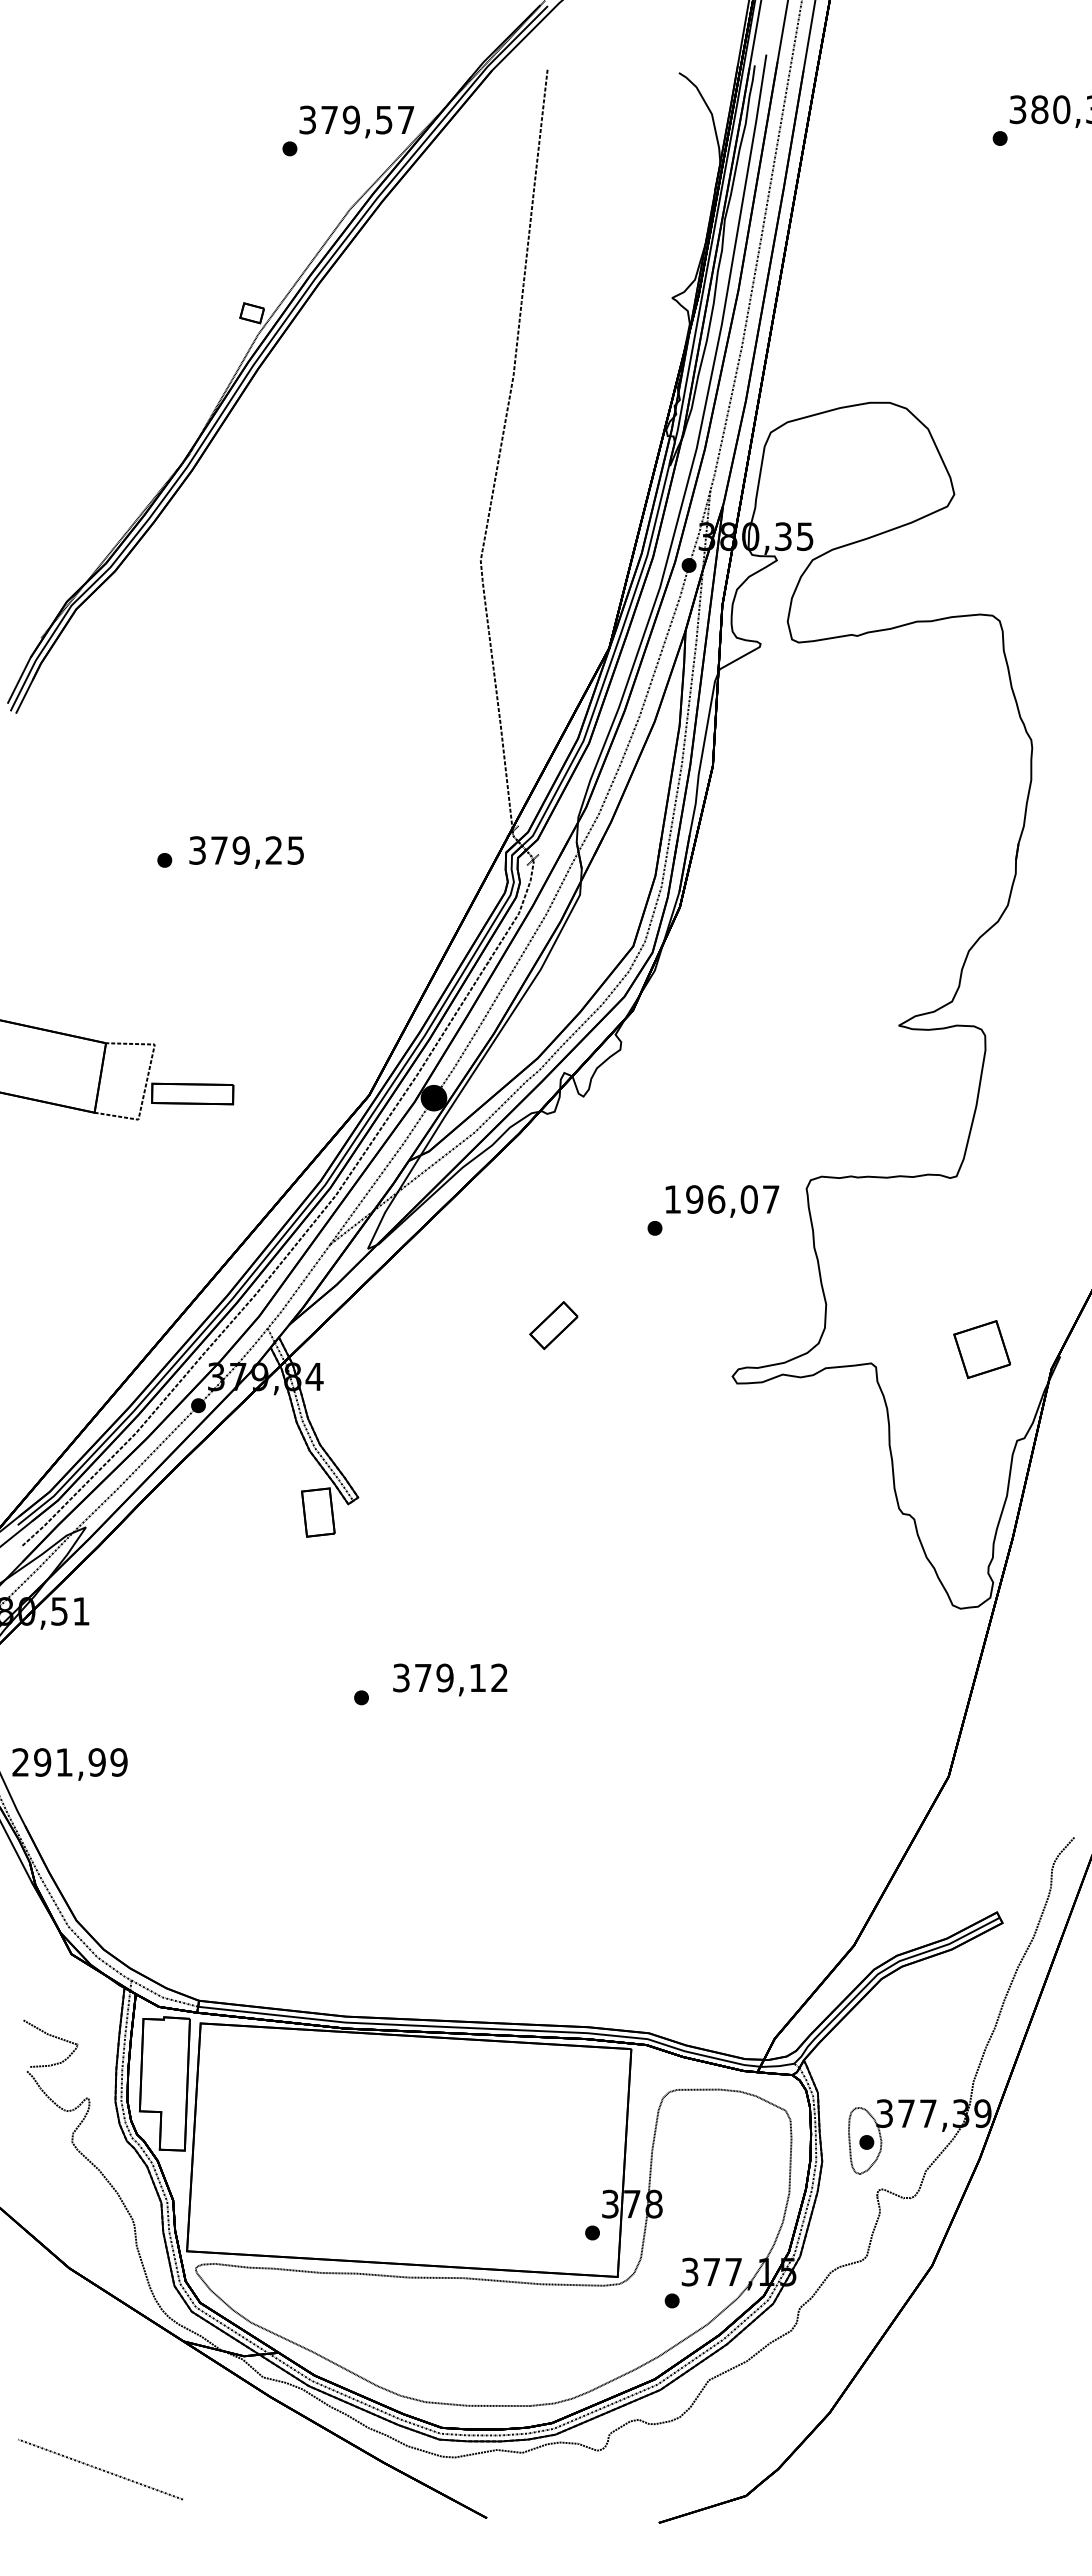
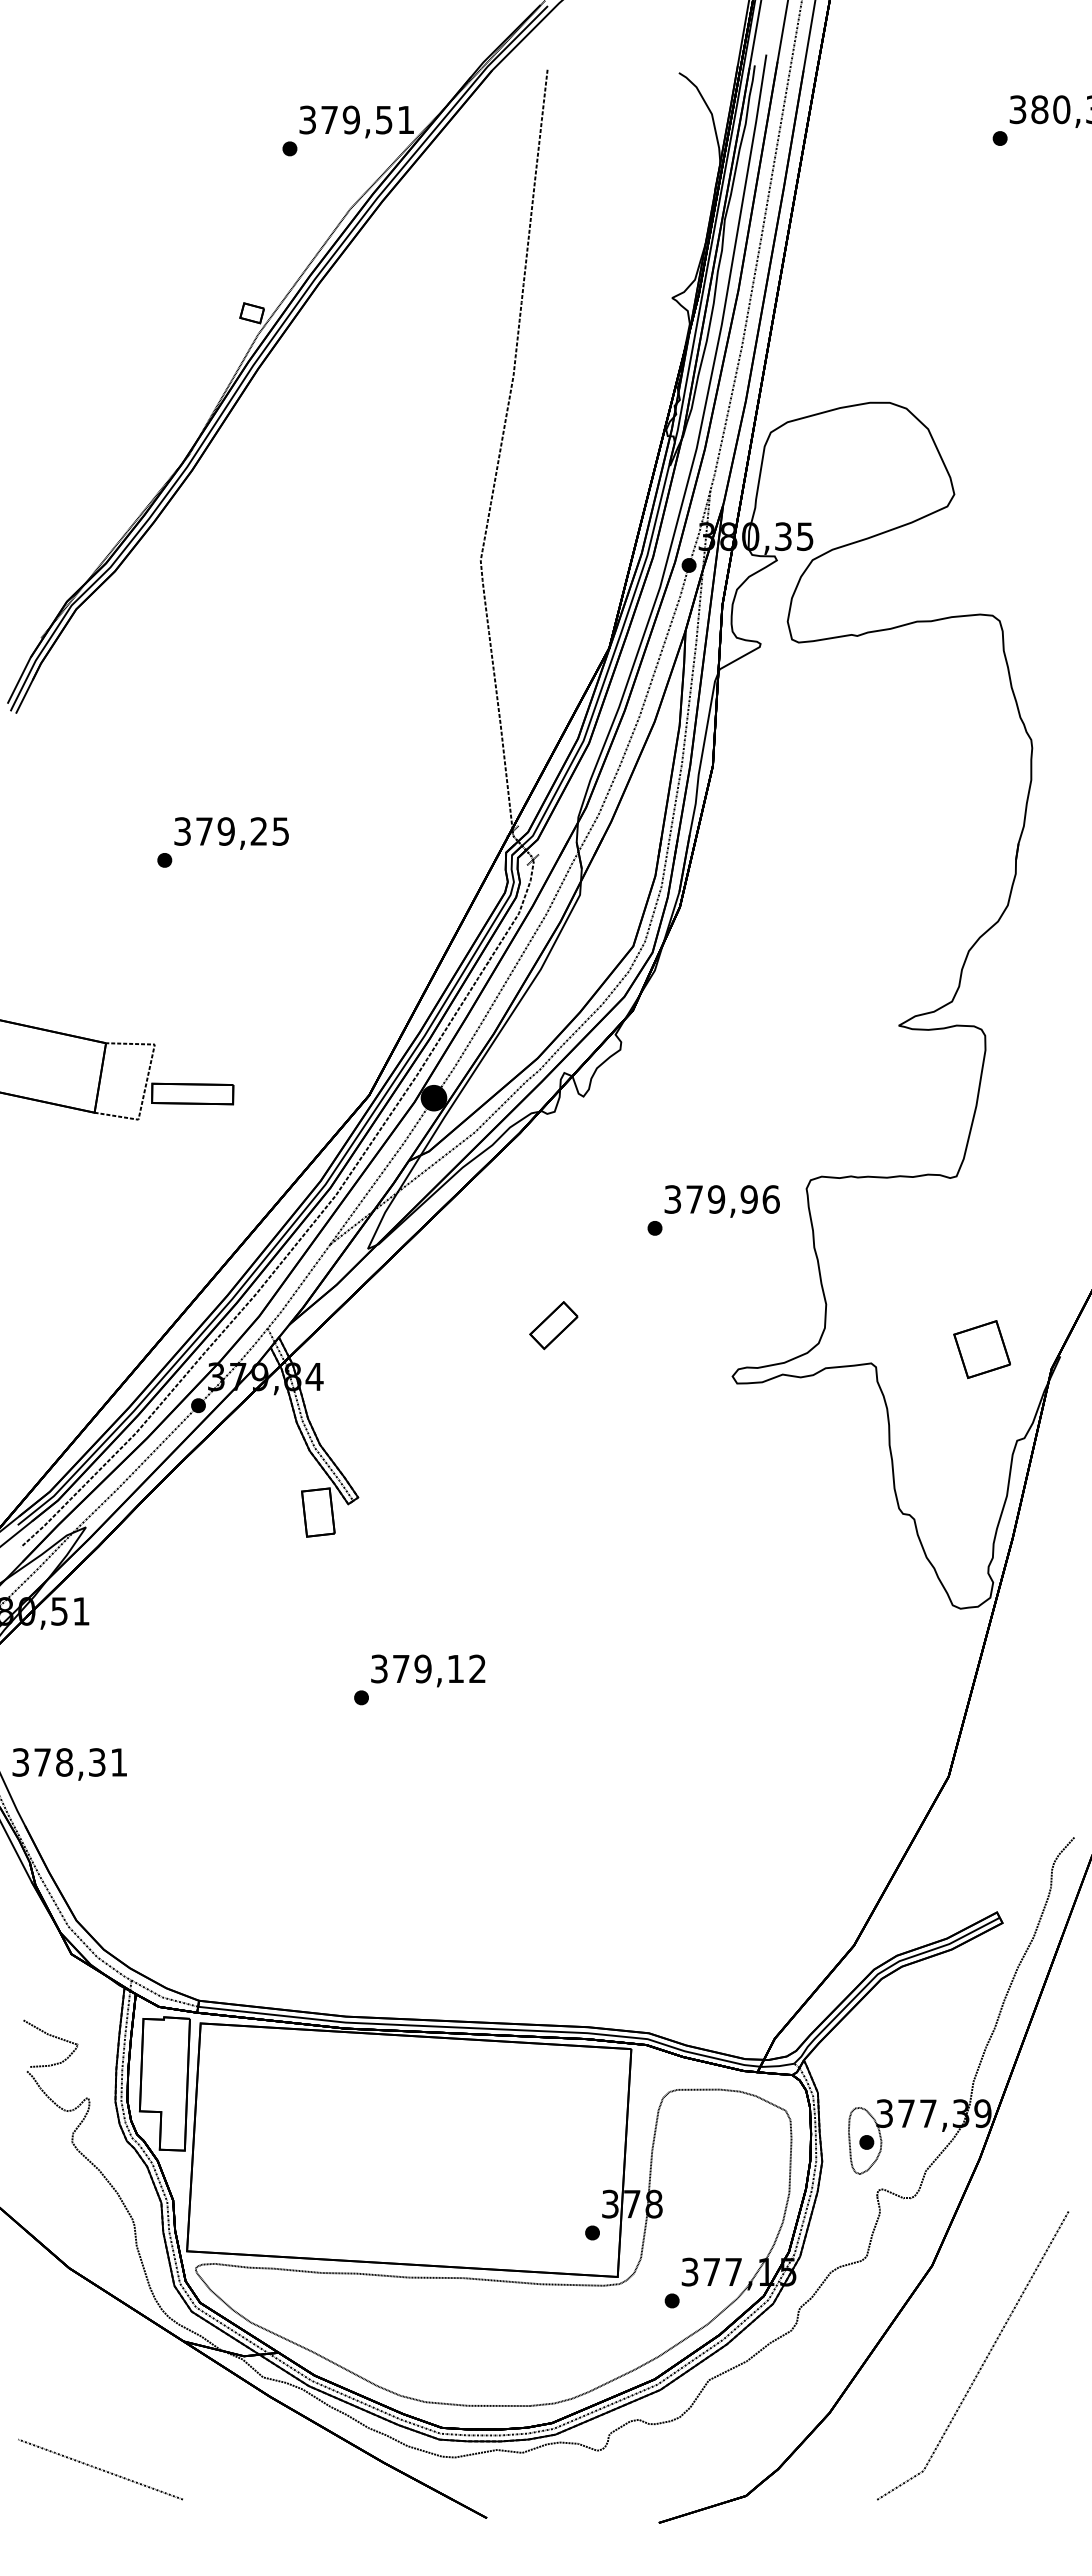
text at (406, 119): 379,57 -> 379,51
text at (246, 852) position: (246, 852) -> (231, 833)
text at (721, 1199): 196,07 -> 379,96
text at (450, 1679) position: (450, 1679) -> (428, 1670)
text at (69, 1762): 291,99 -> 378,31
curve at (983, 2361): none -> present
